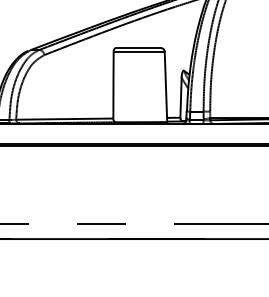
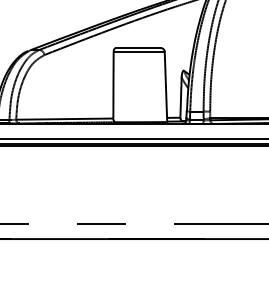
line at (133, 139): none -> present
